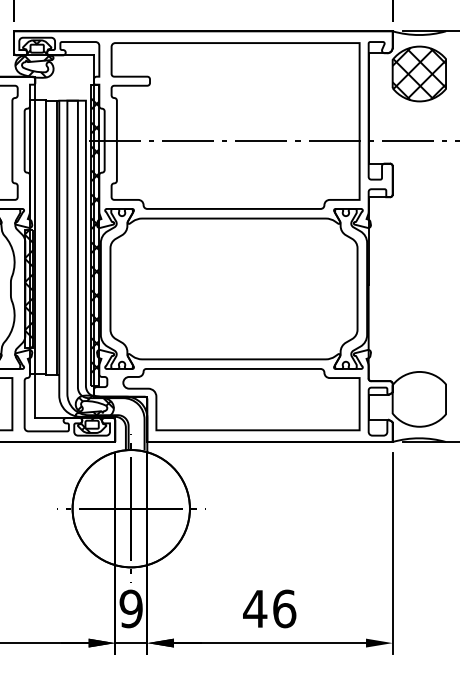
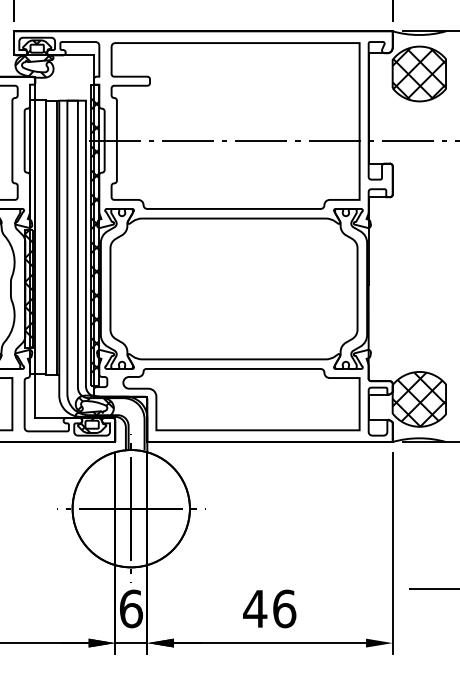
hatch at (419, 399): none -> present
line at (432, 588): none -> present
text at (130, 608): 9 -> 6
